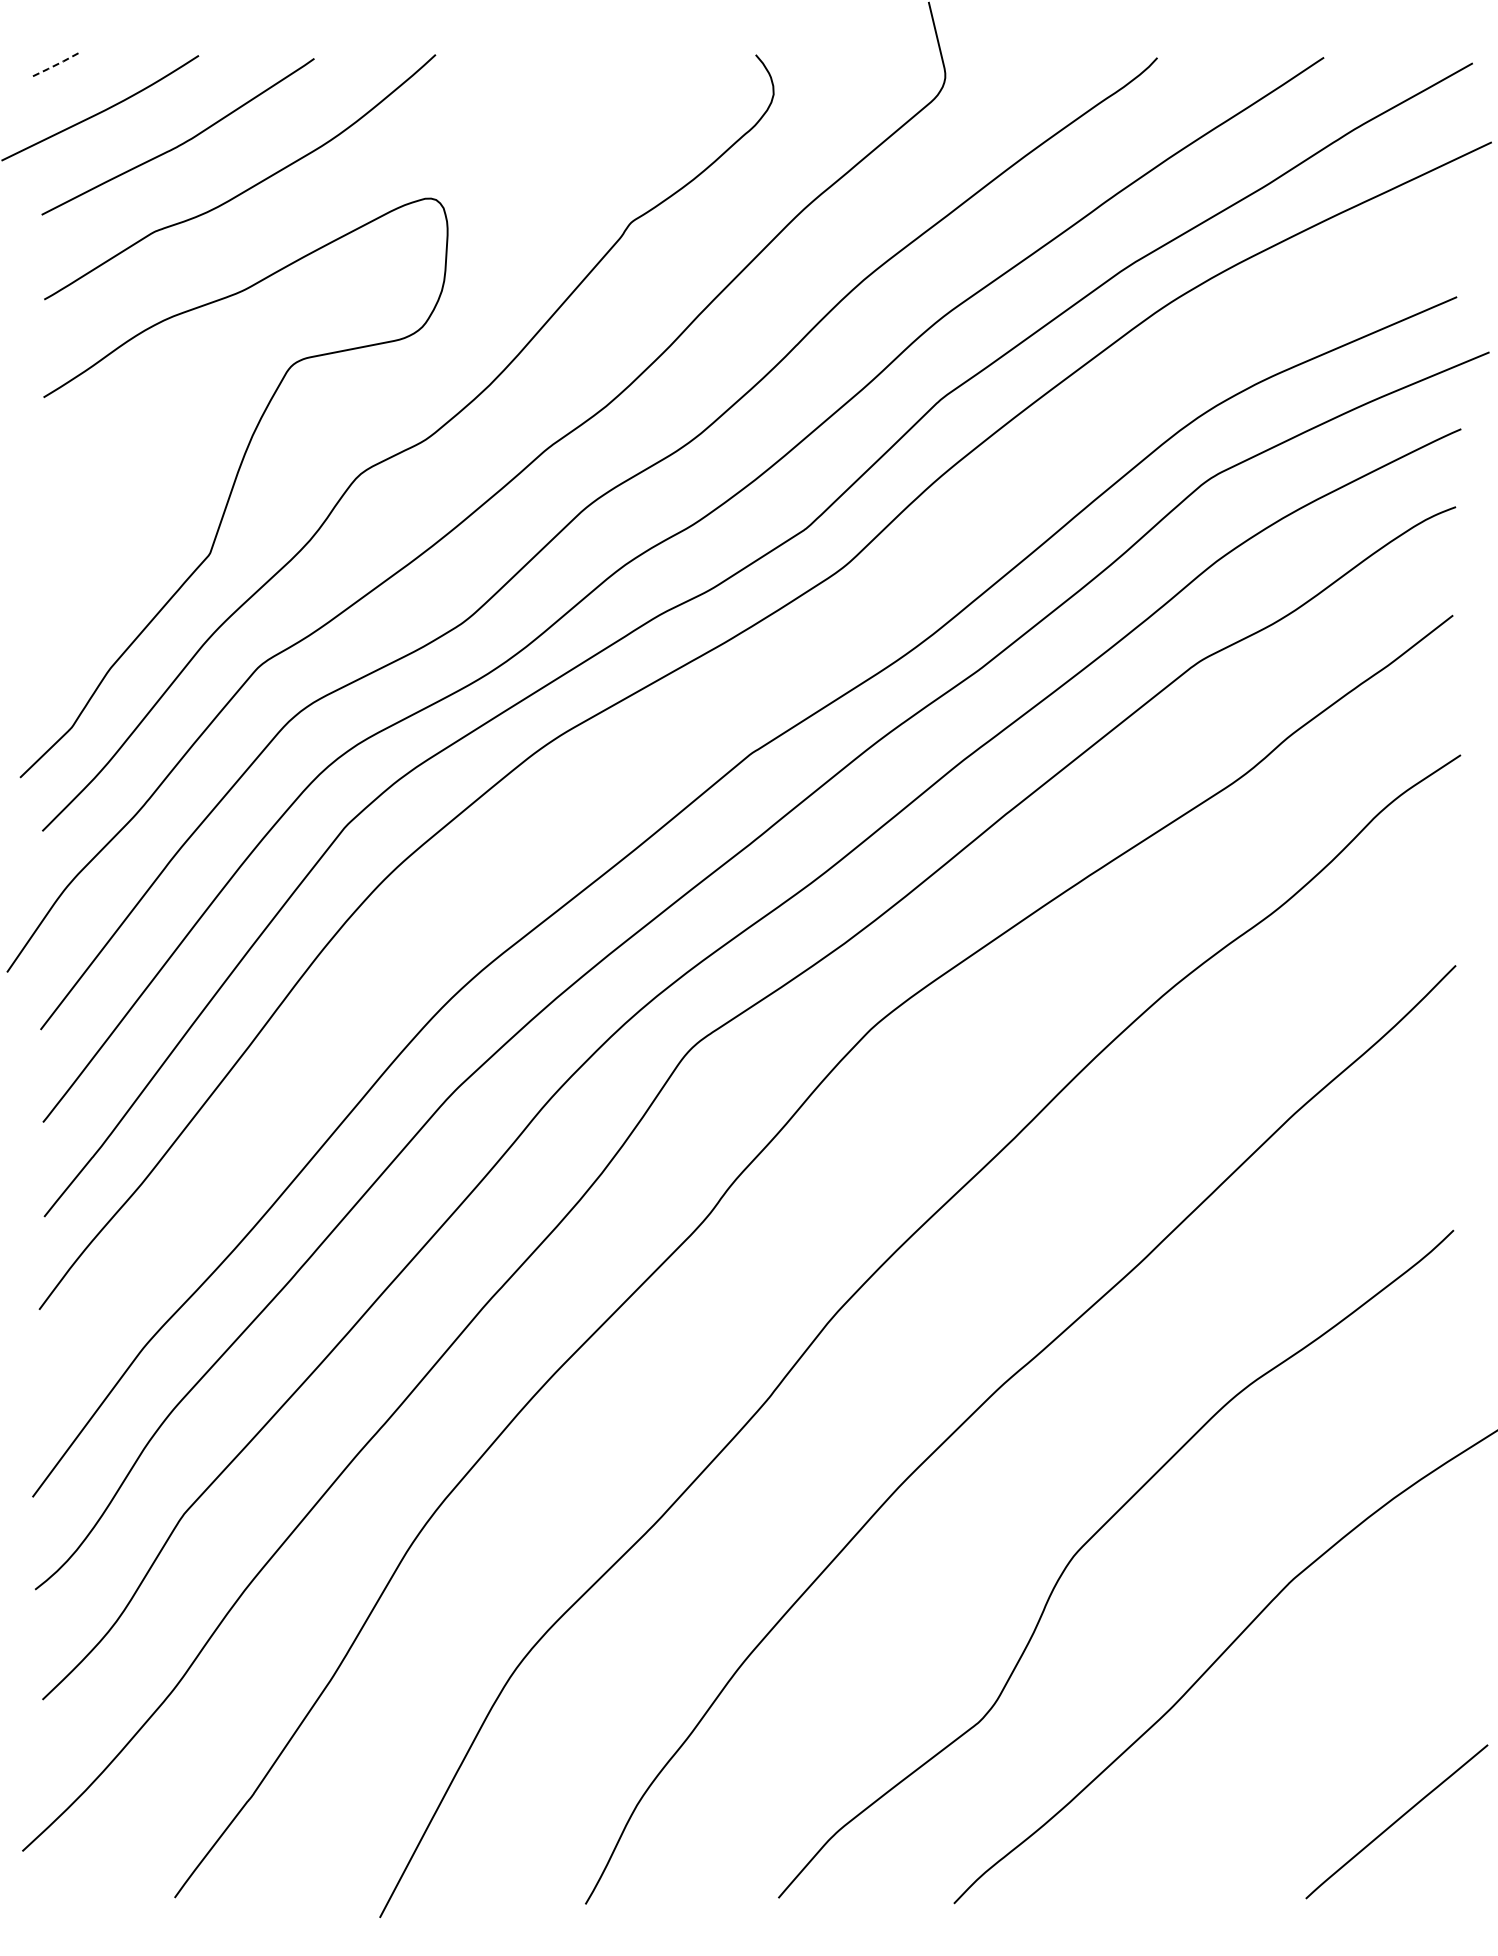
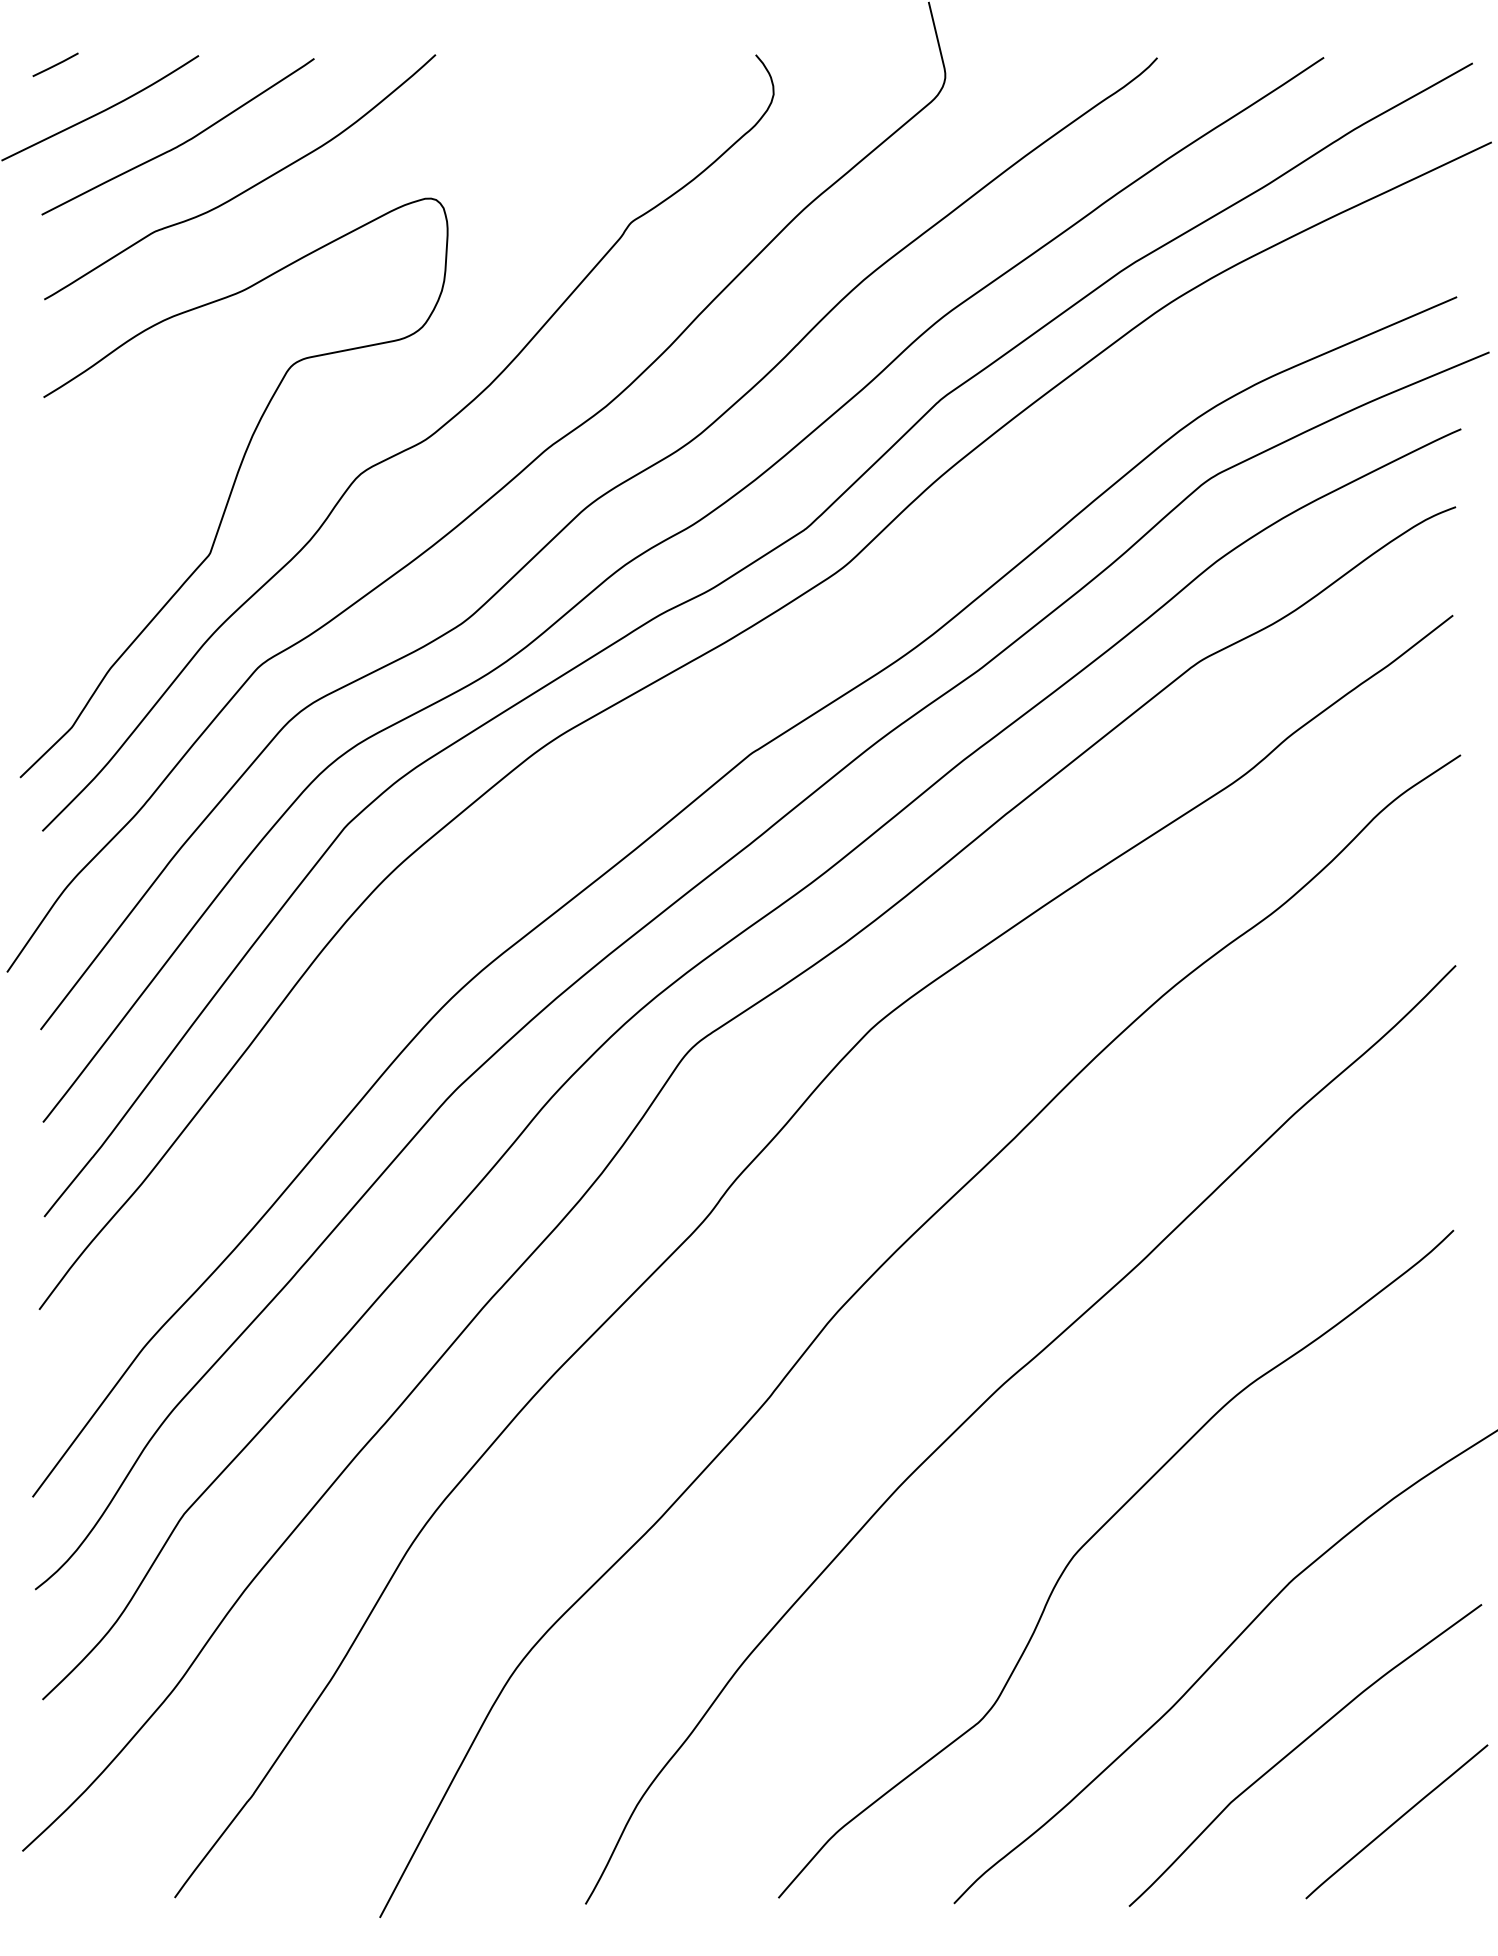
line at (55, 65): dashed -> solid
curve at (1298, 1747): none -> present
